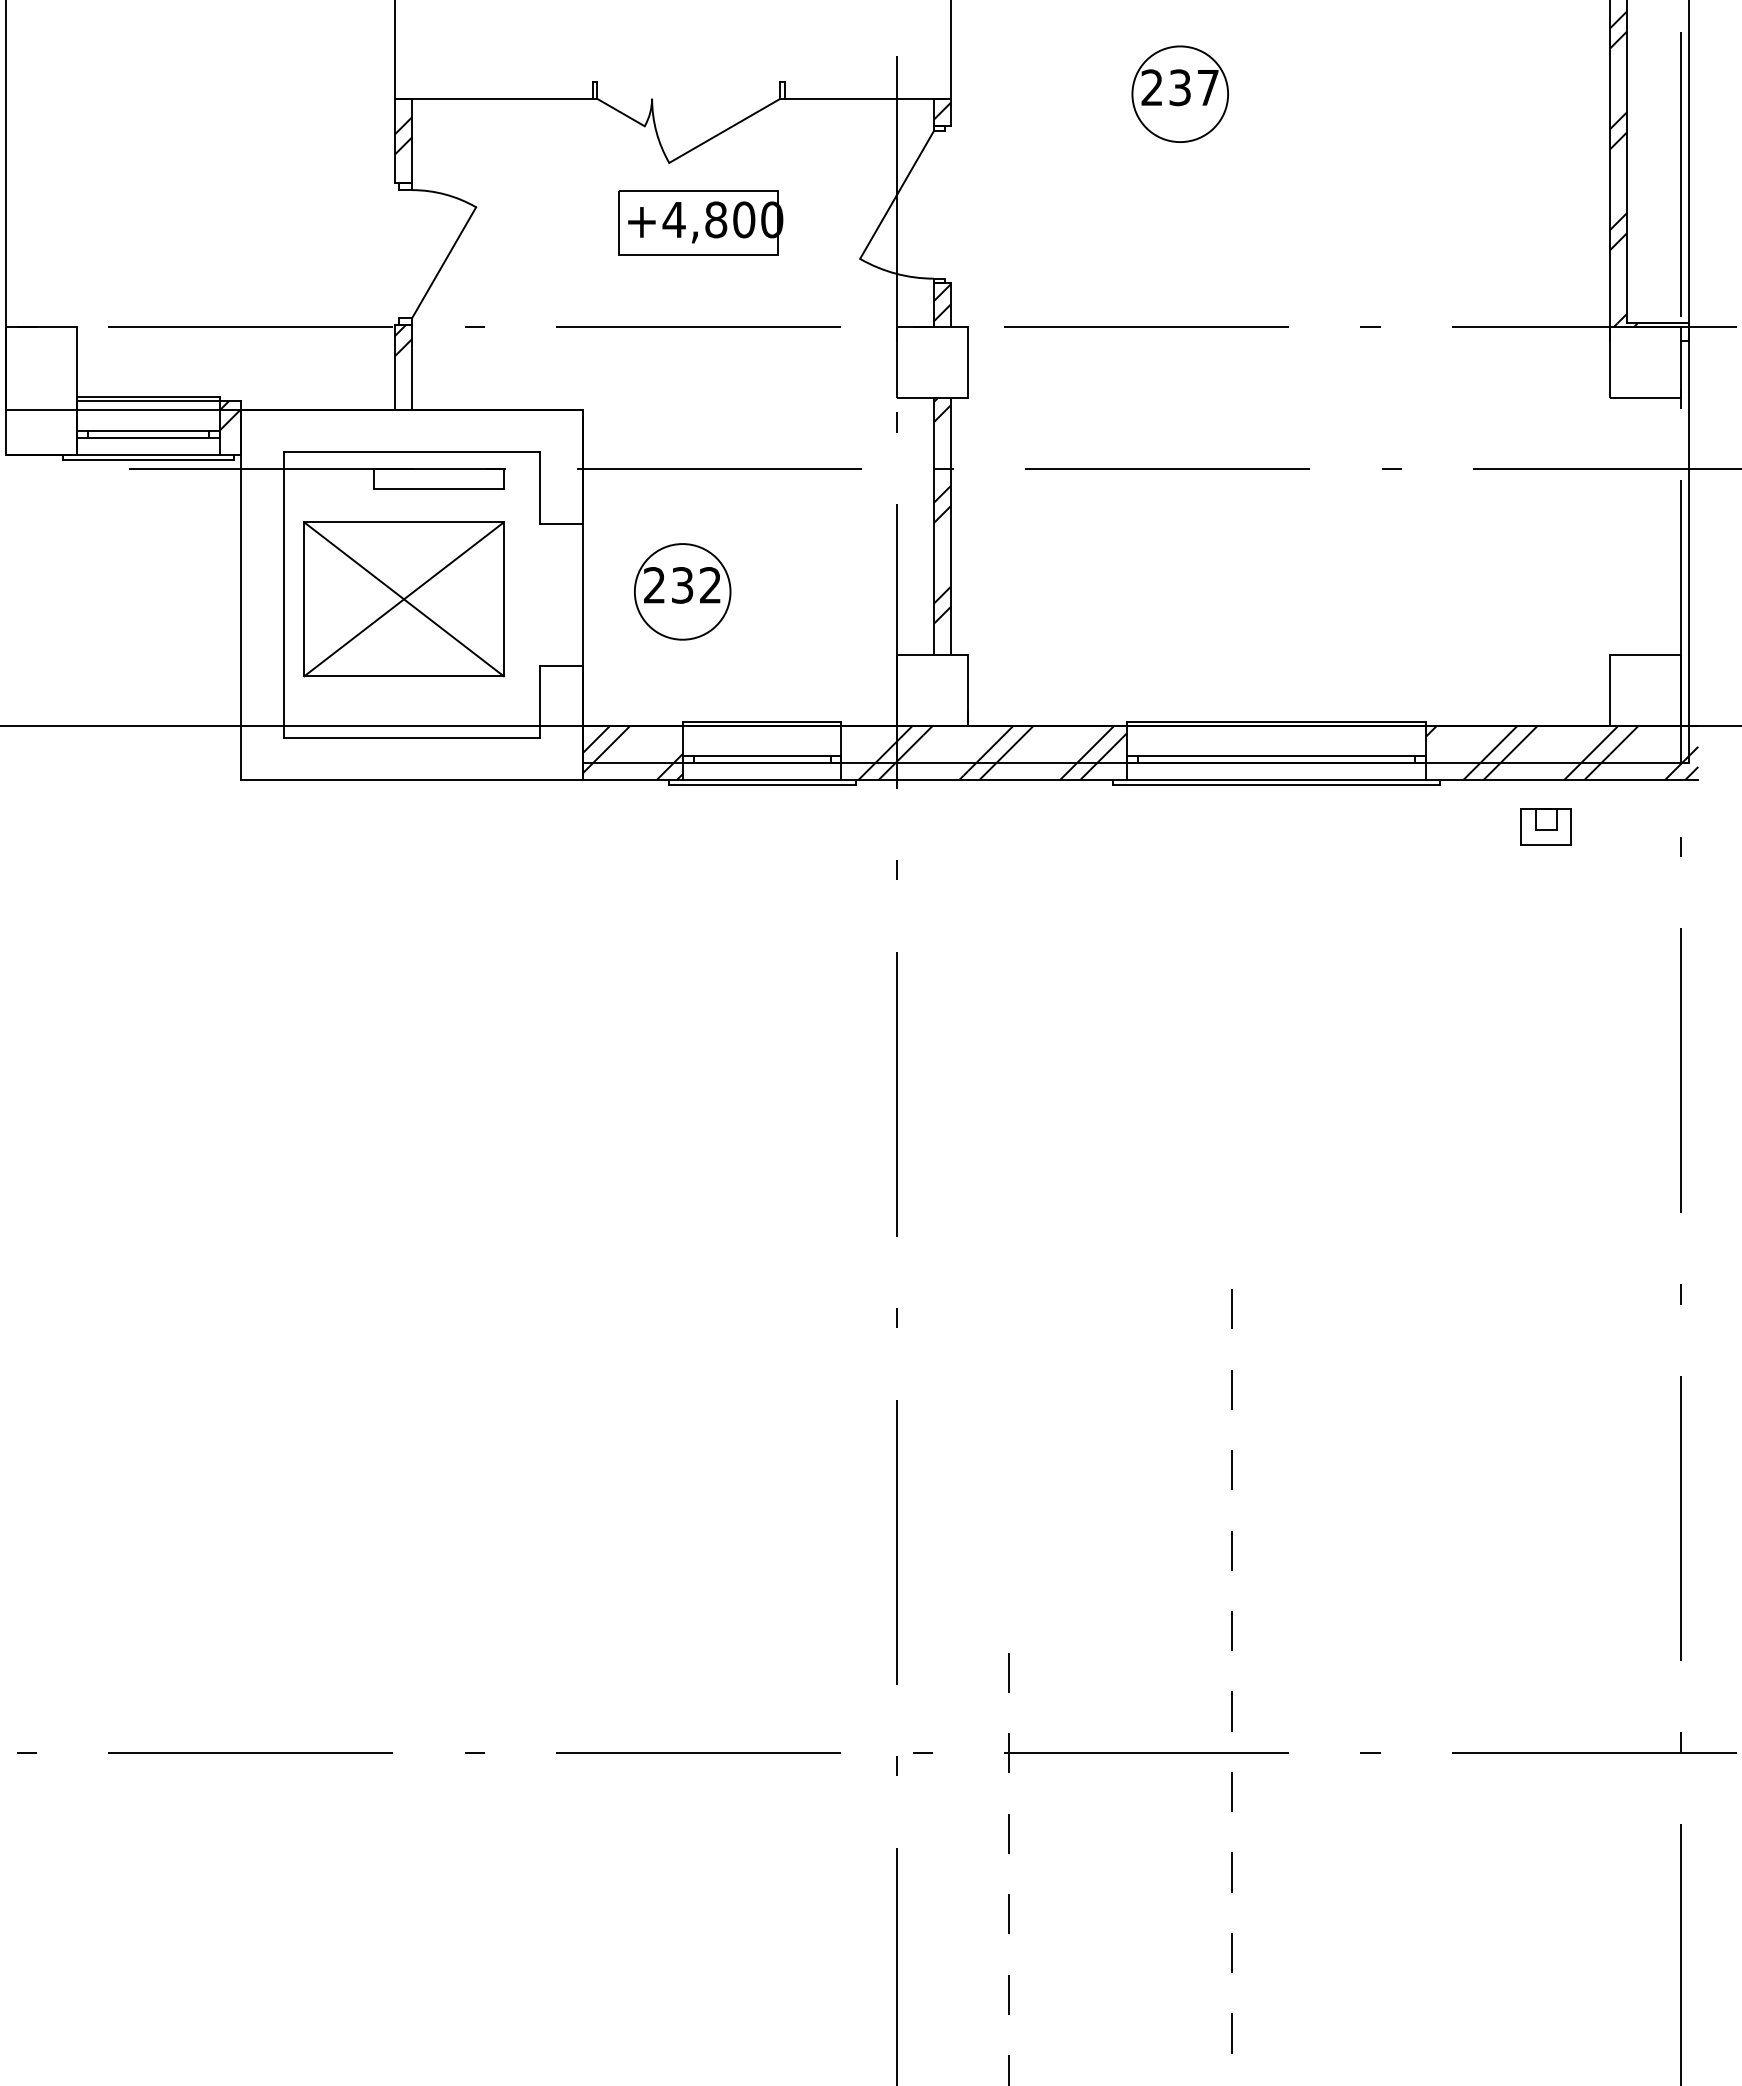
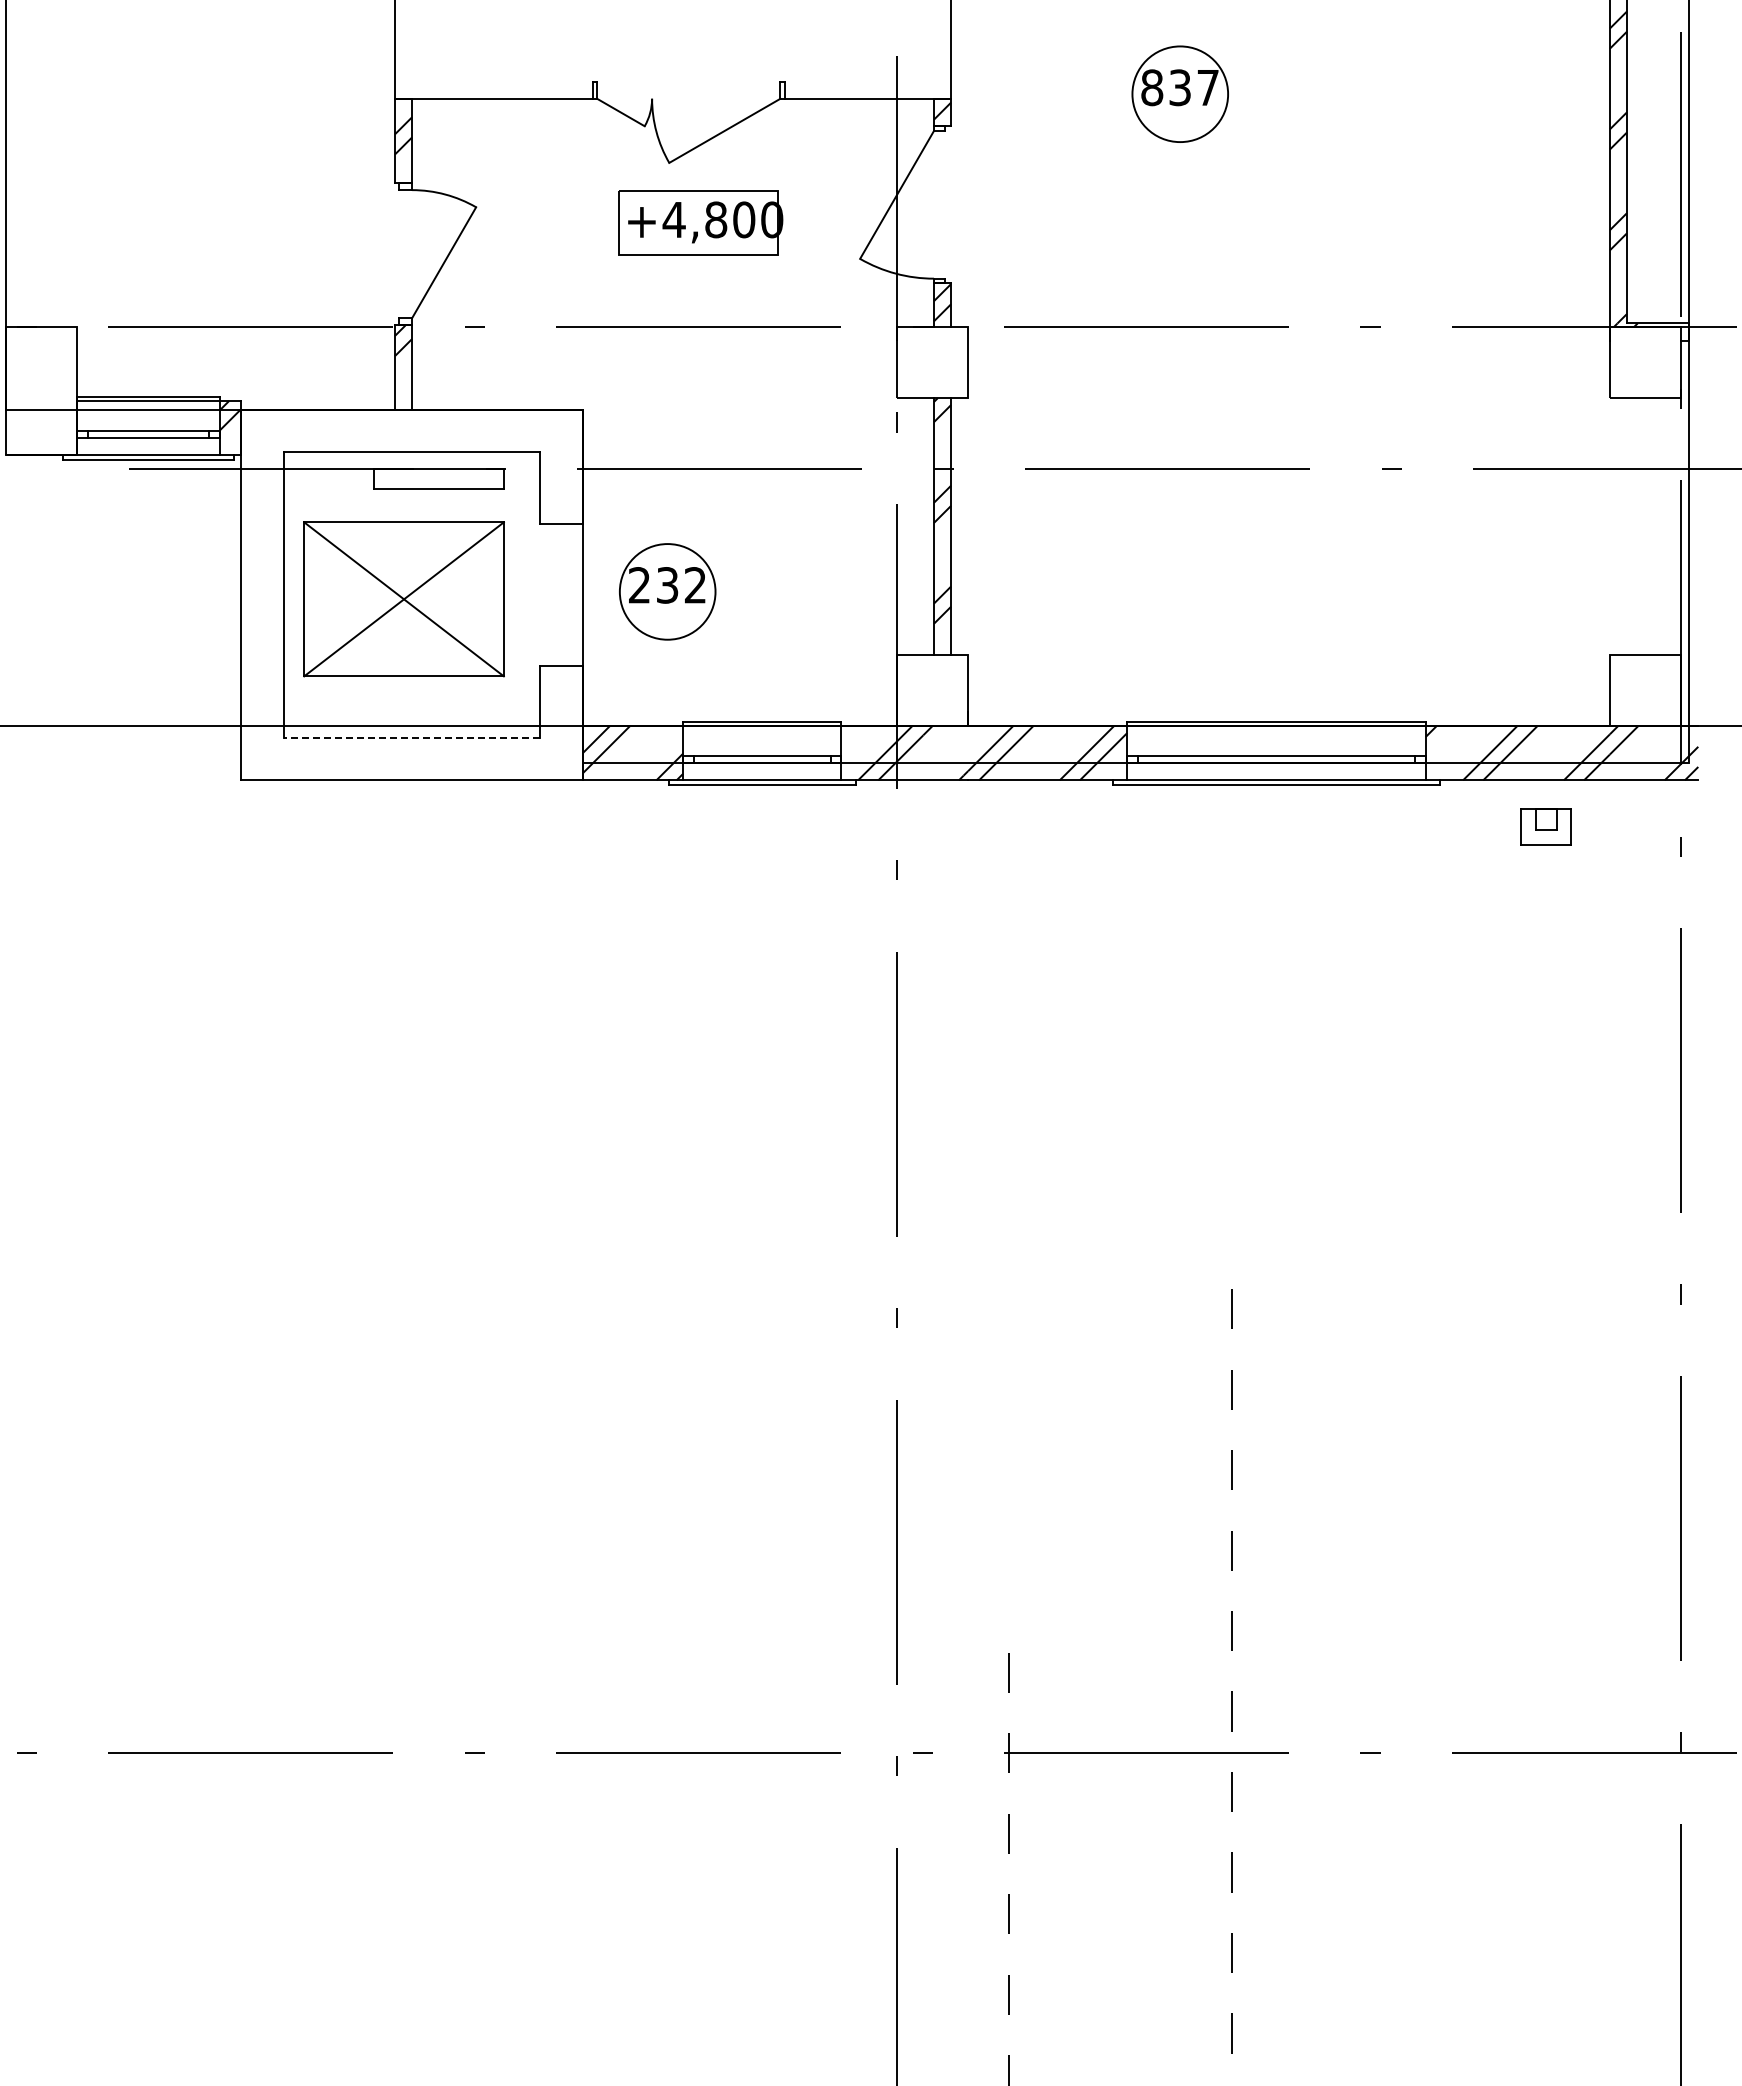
text at (1152, 87): 237 -> 837
part at (682, 591) position: (682, 591) -> (667, 591)
line at (411, 737): solid -> dashed
